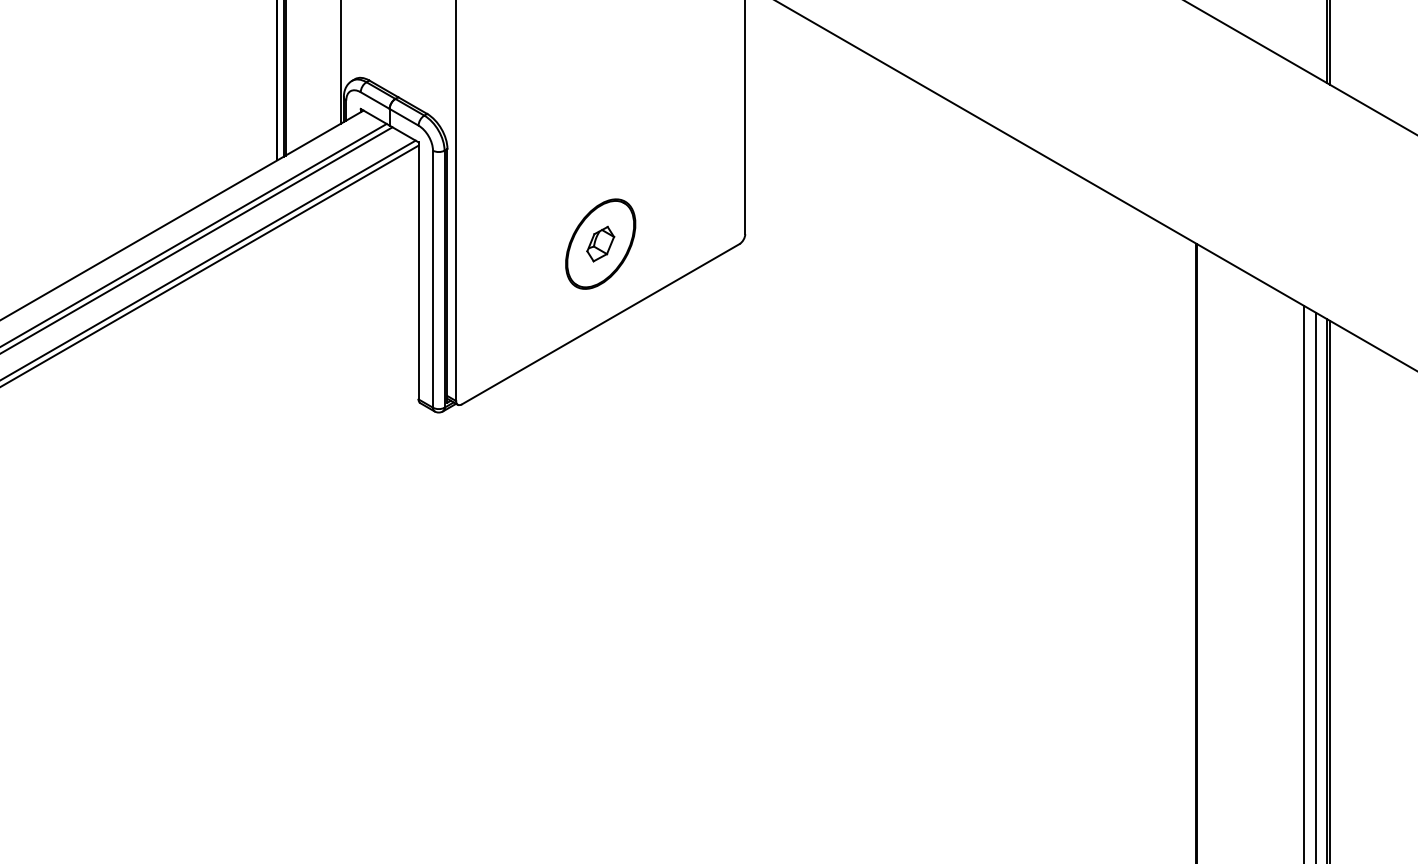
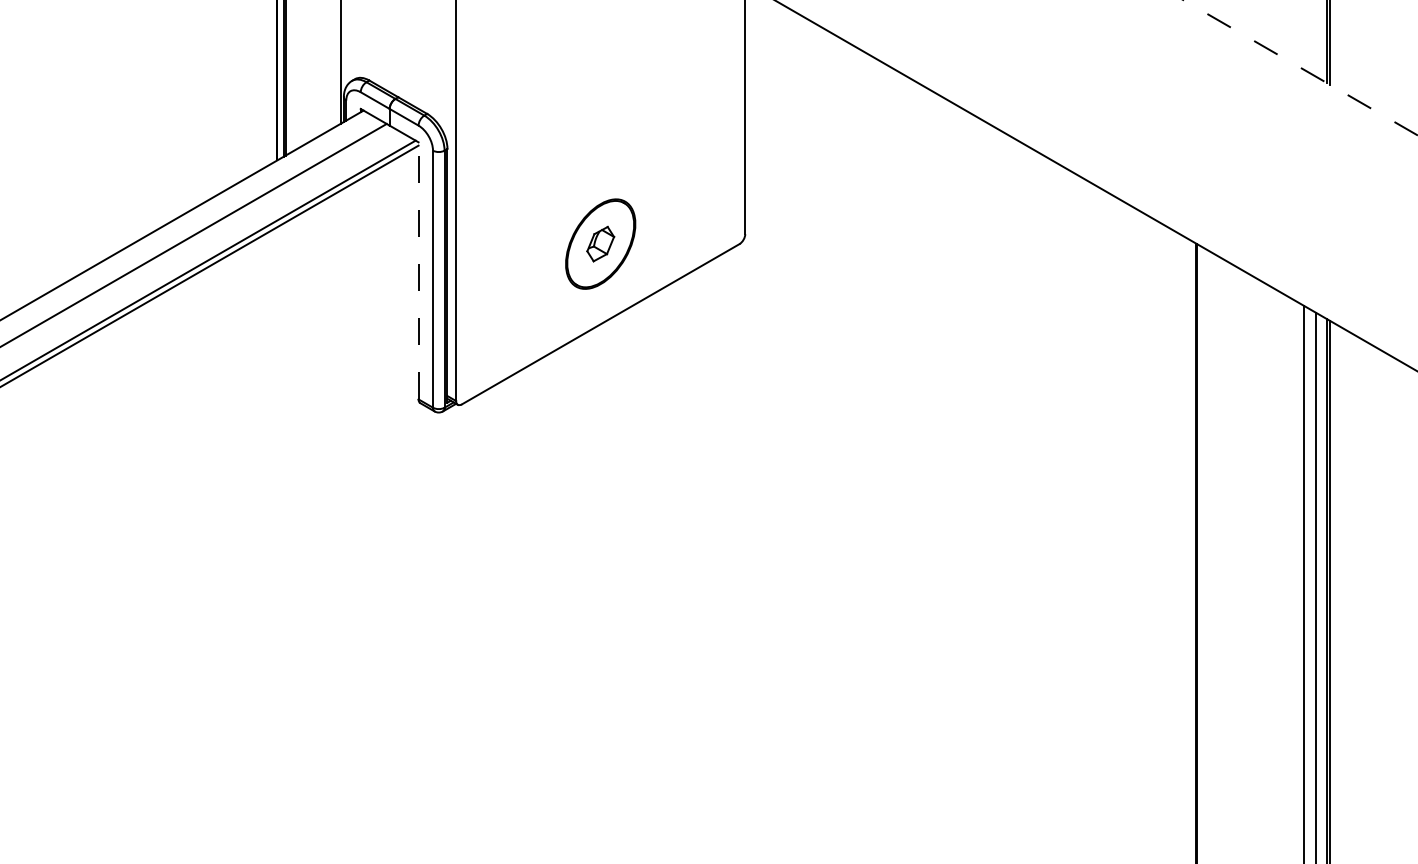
line at (1300, 67): solid -> dashed
line at (197, 239): present -> none
line at (418, 270): solid -> dashed
